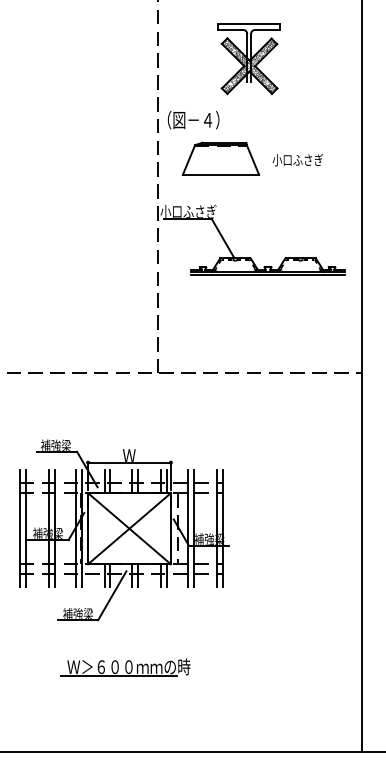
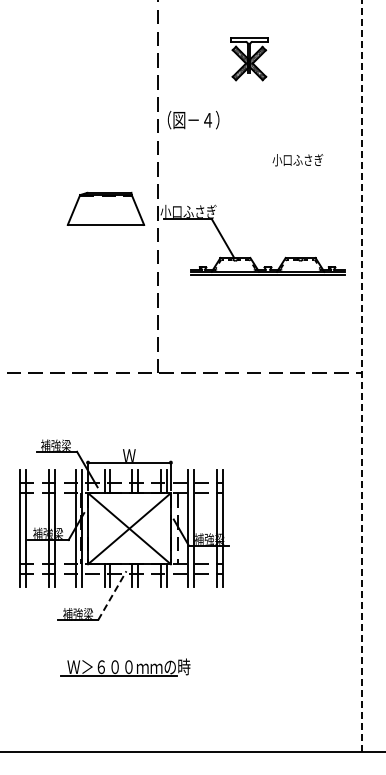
part at (248, 59) size: 64x73 px -> 39x45 px
part at (220, 158) position: (220, 158) -> (105, 208)
line at (361, 375): solid -> dashed
line at (112, 595): solid -> dashed
